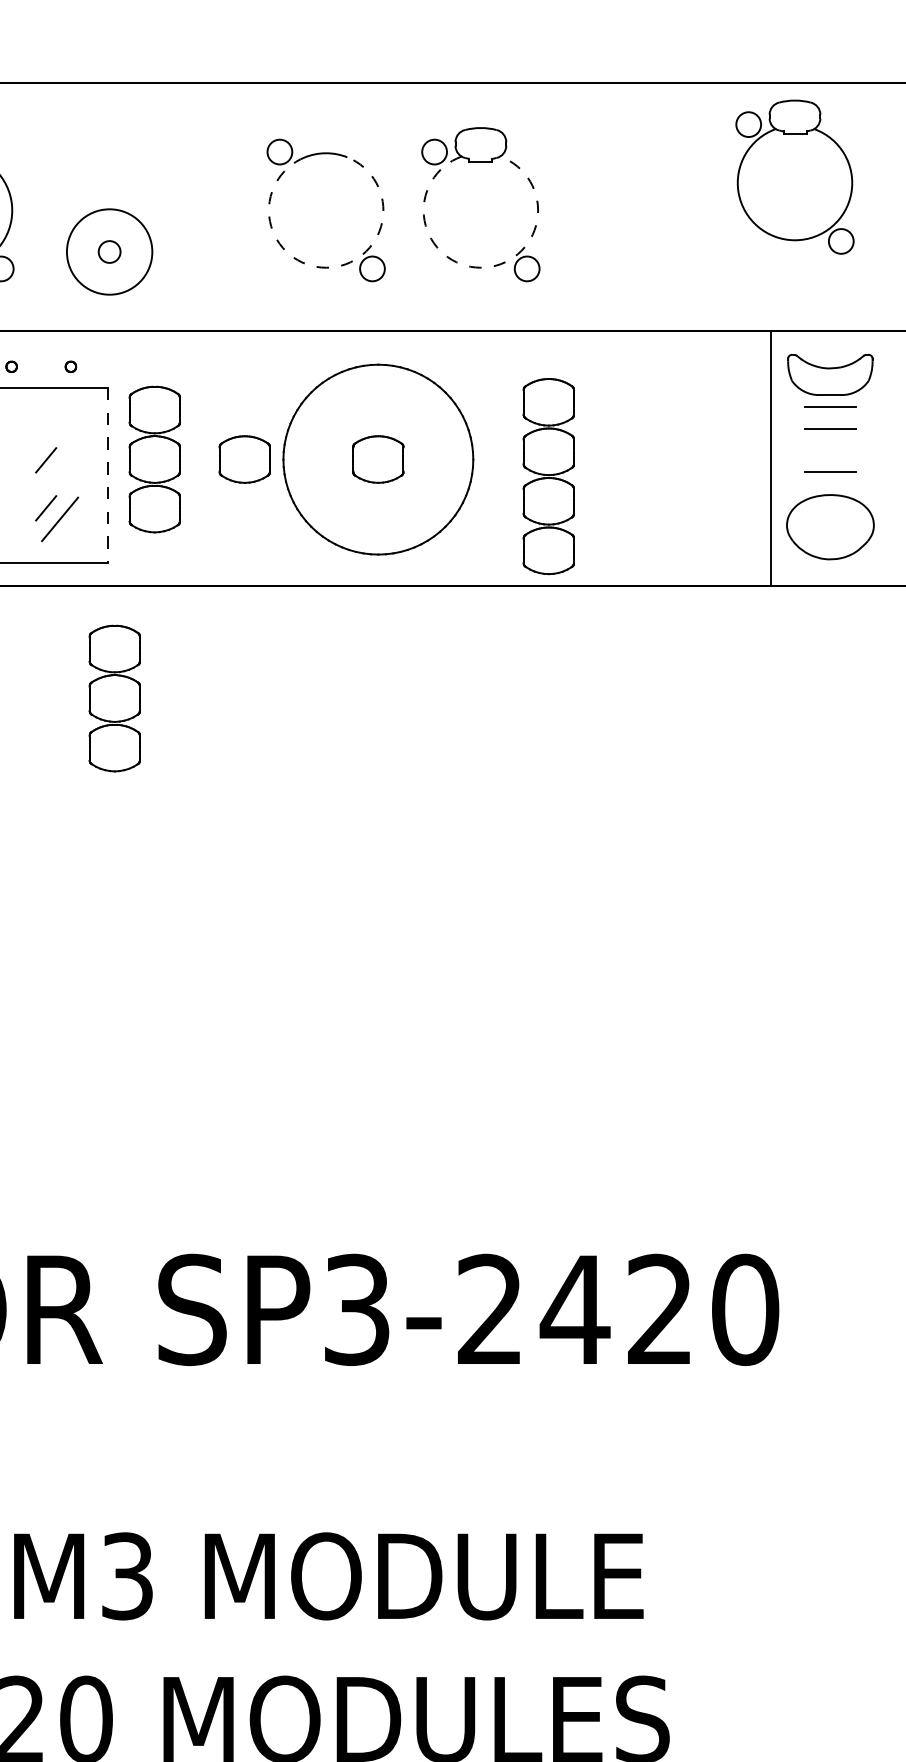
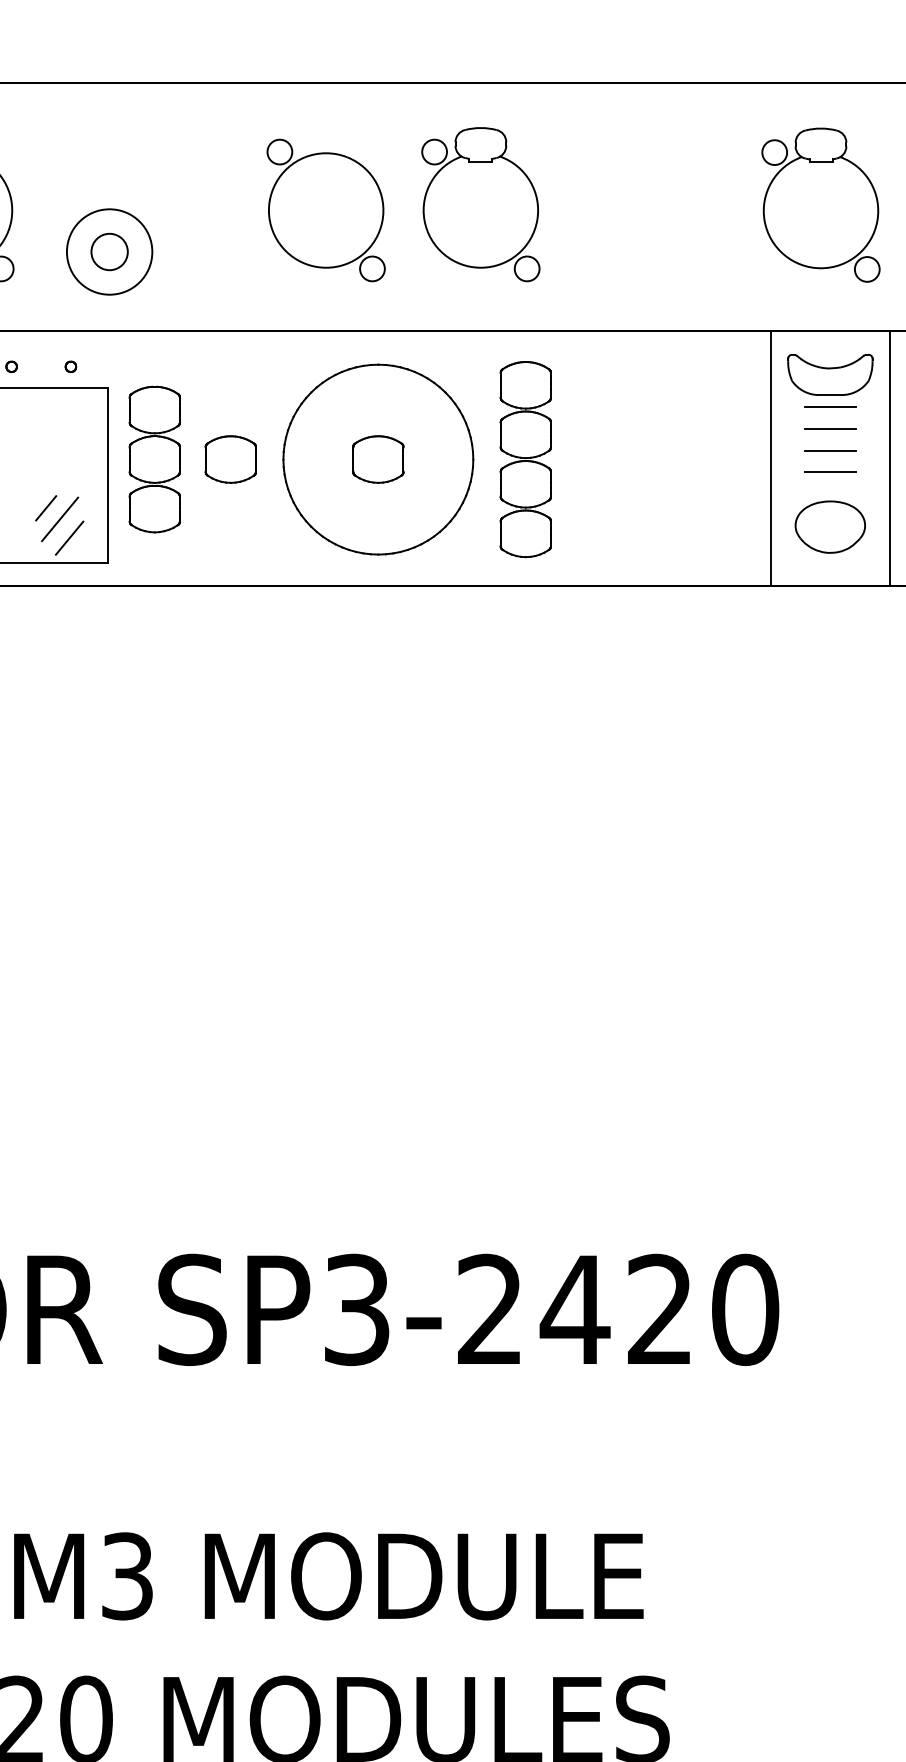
part at (794, 176) position: (794, 176) -> (820, 204)
circle at (109, 251) diameter: 22 px -> 36 px
arc at (326, 267): dashed -> solid
arc at (480, 267): dashed -> solid
line at (830, 450): none -> present
line at (889, 457): none -> present
part at (244, 459) position: (244, 459) -> (230, 459)
line at (46, 460): present -> none
line at (107, 475): dashed -> solid
part at (548, 476) position: (548, 476) -> (525, 459)
part at (830, 527) size: 89x67 px -> 72x54 px
line at (69, 537): none -> present
part at (114, 698): present -> none
